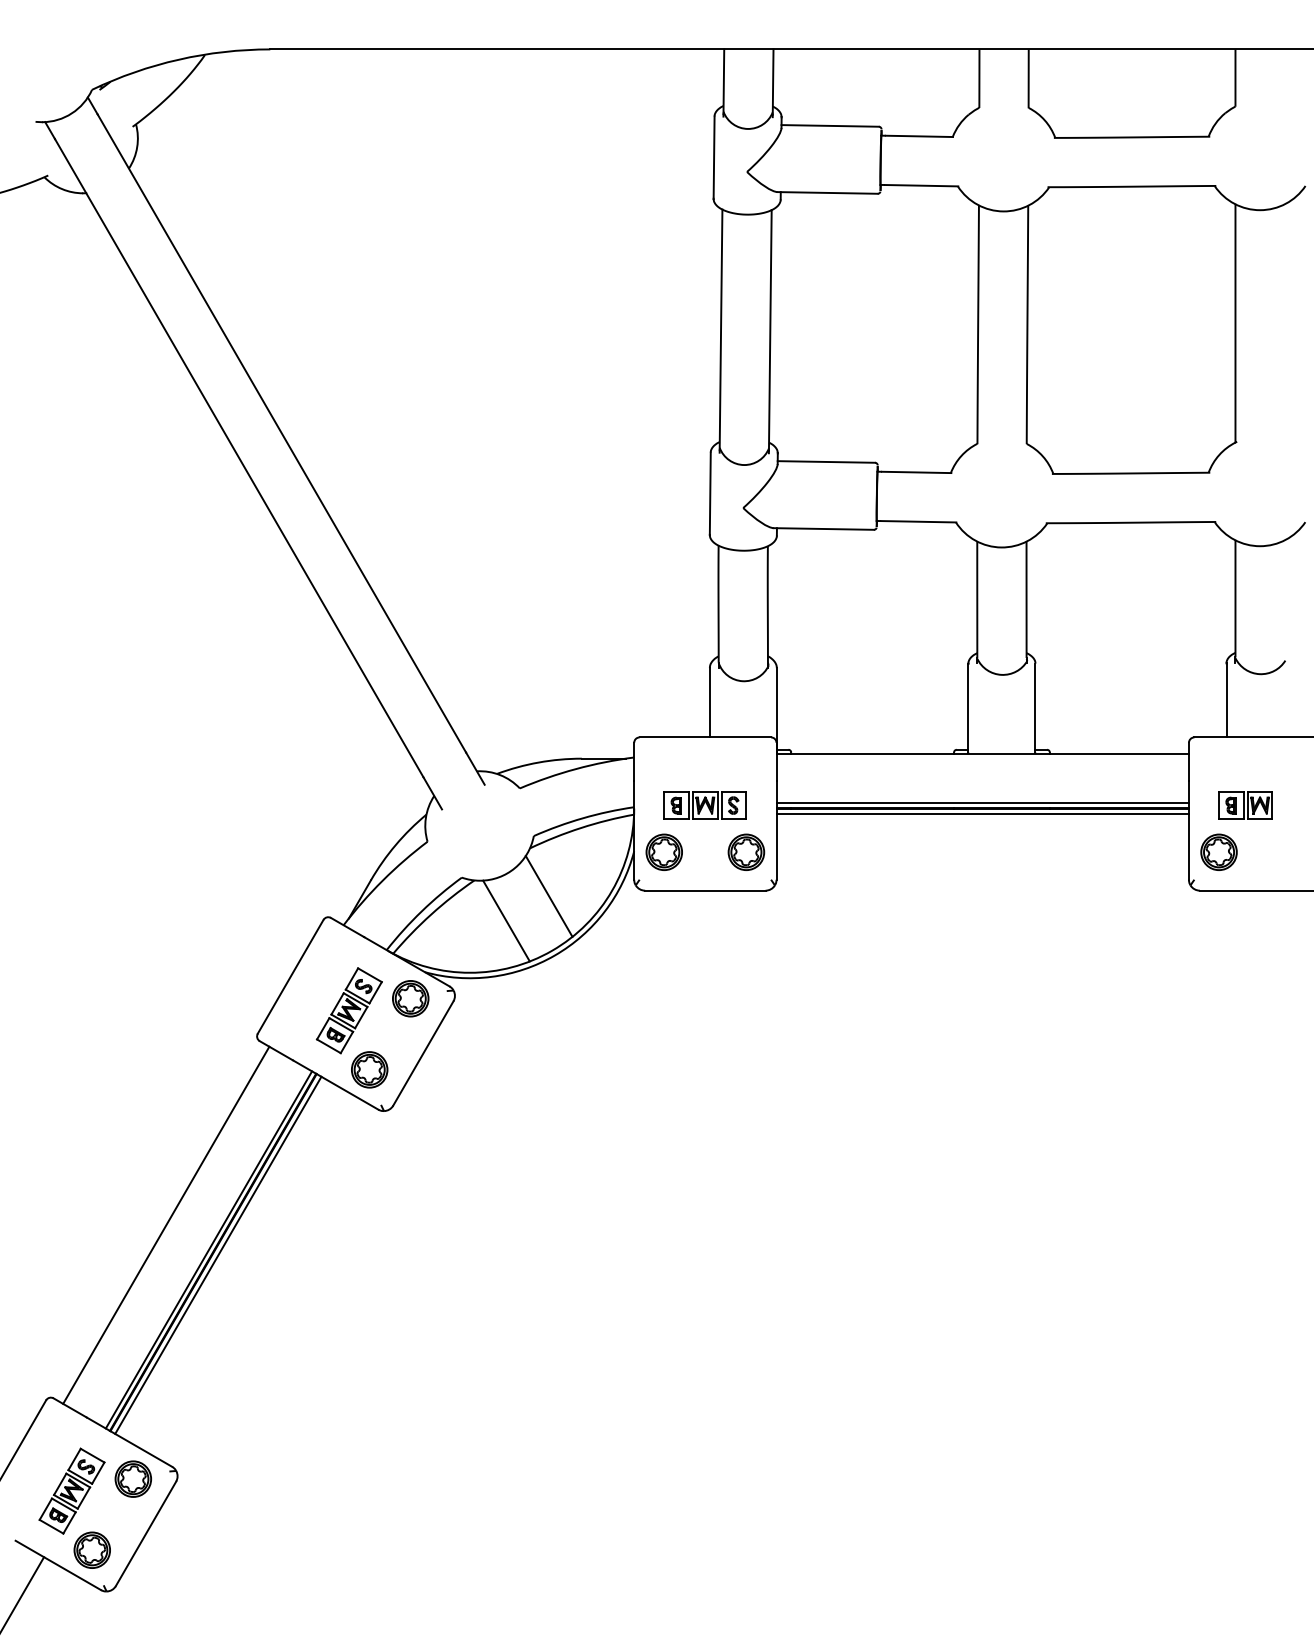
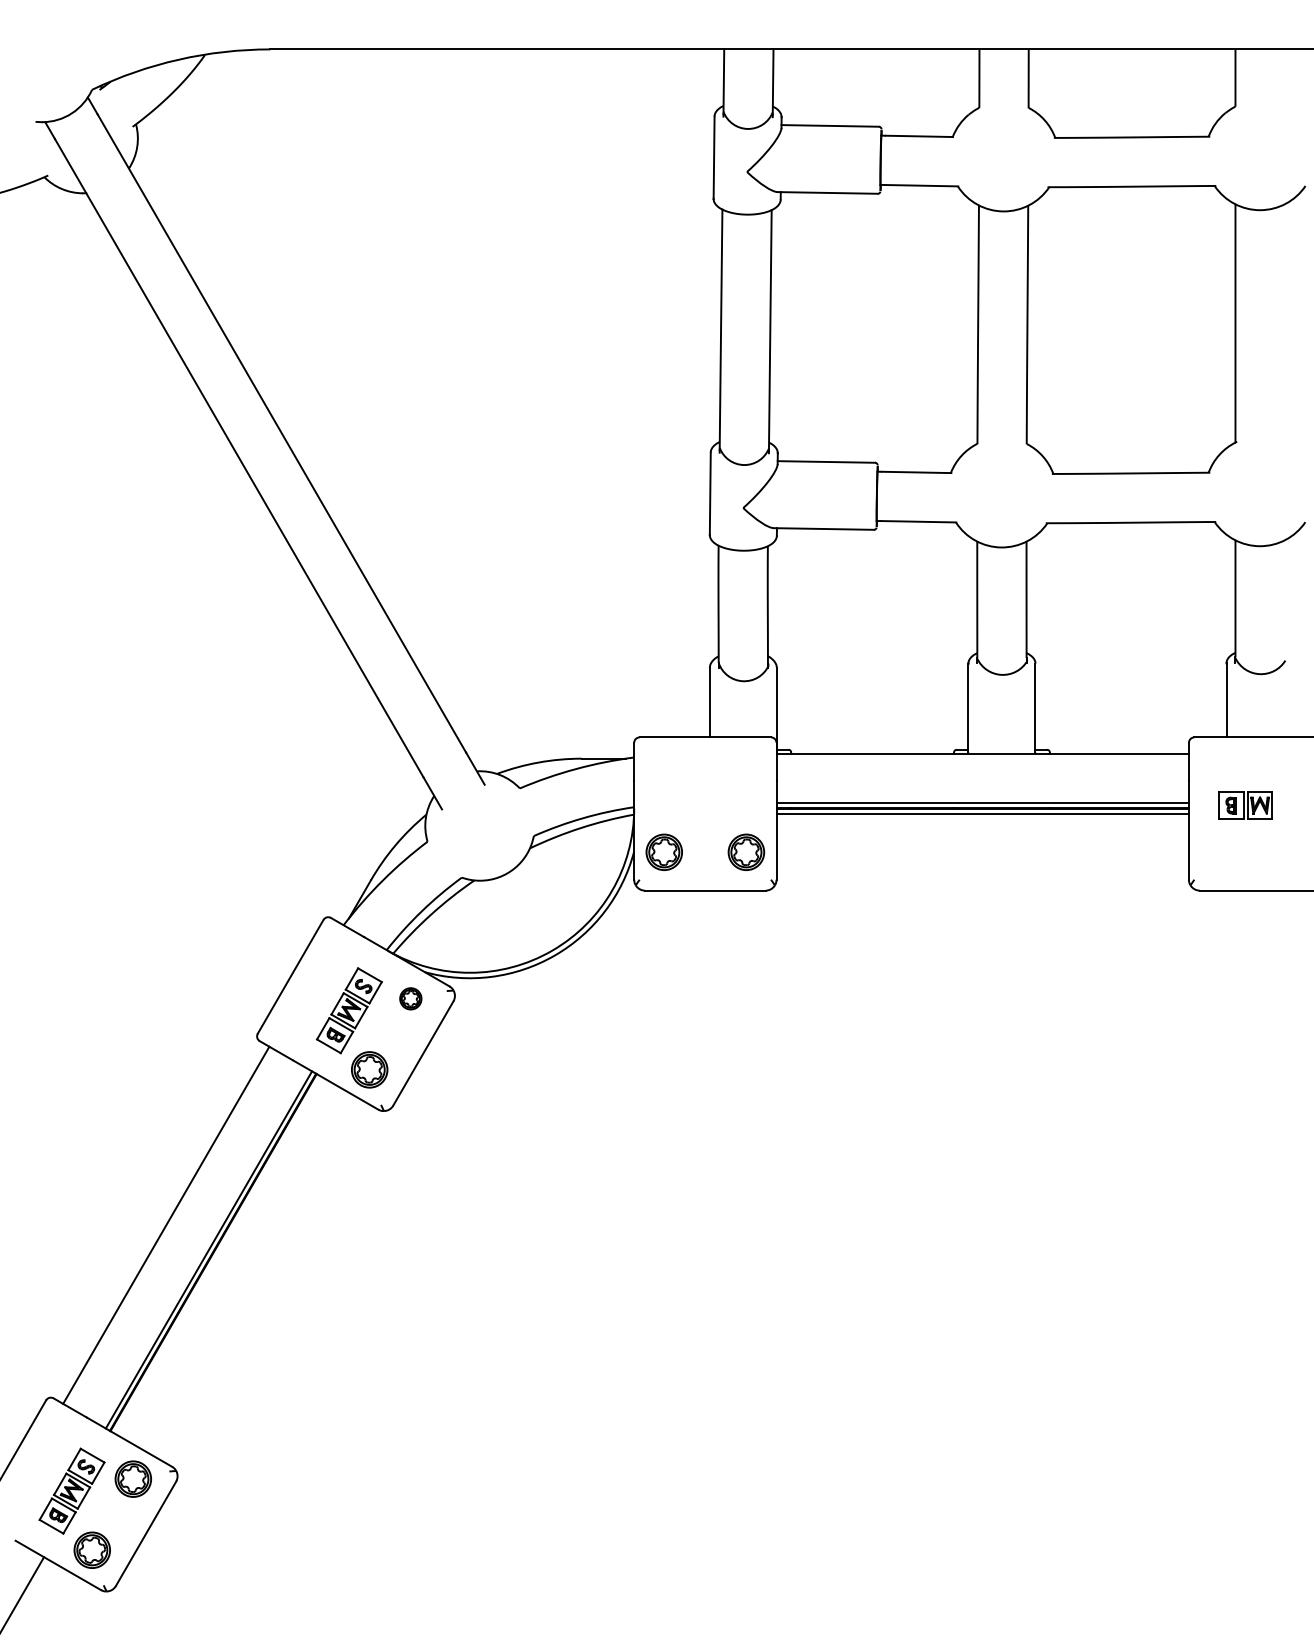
part at (704, 805): present -> none
part at (1218, 851): present -> none
line at (548, 896): present -> none
line at (506, 920): present -> none
part at (410, 998) size: 38x38 px -> 24x24 px
line at (218, 1254): present -> none
